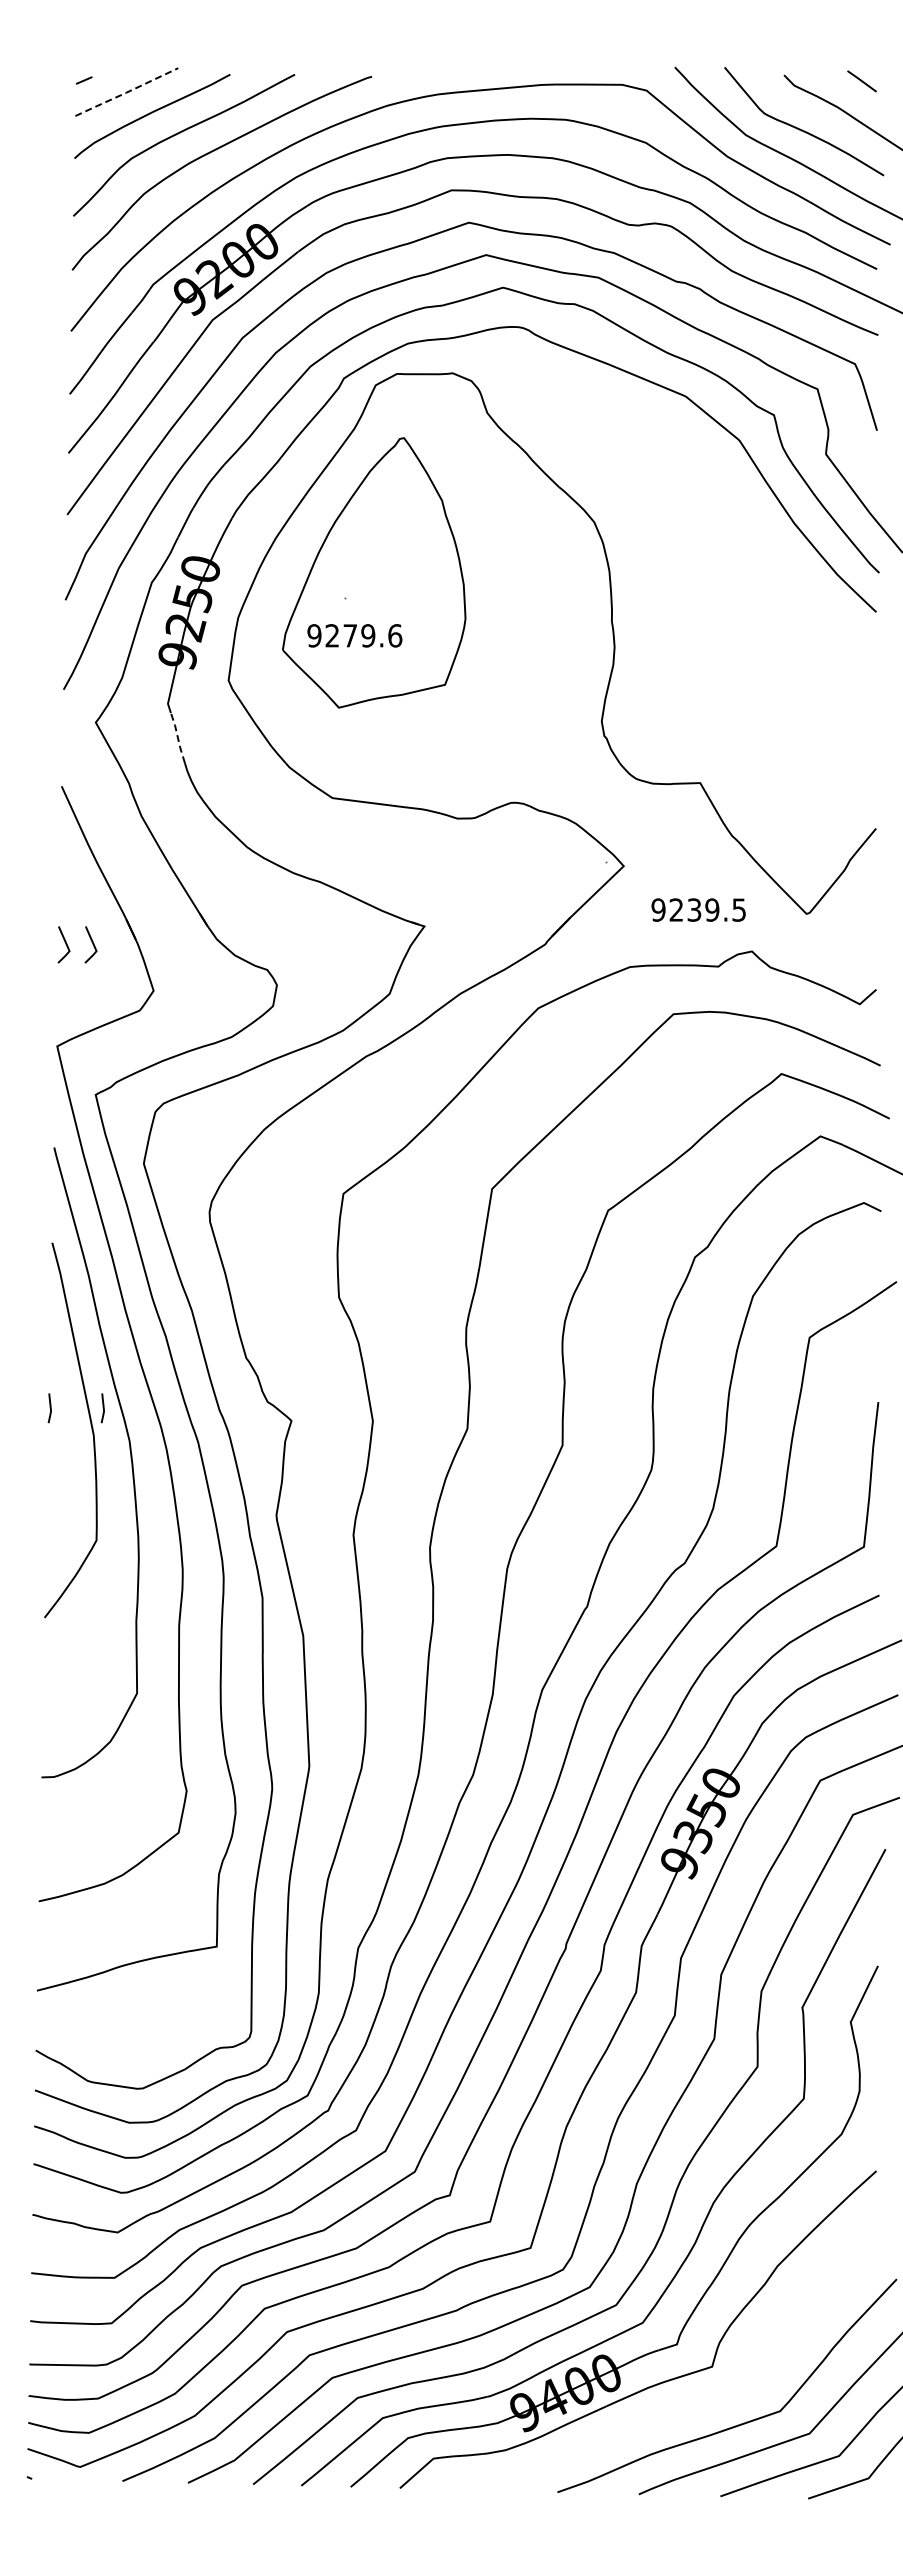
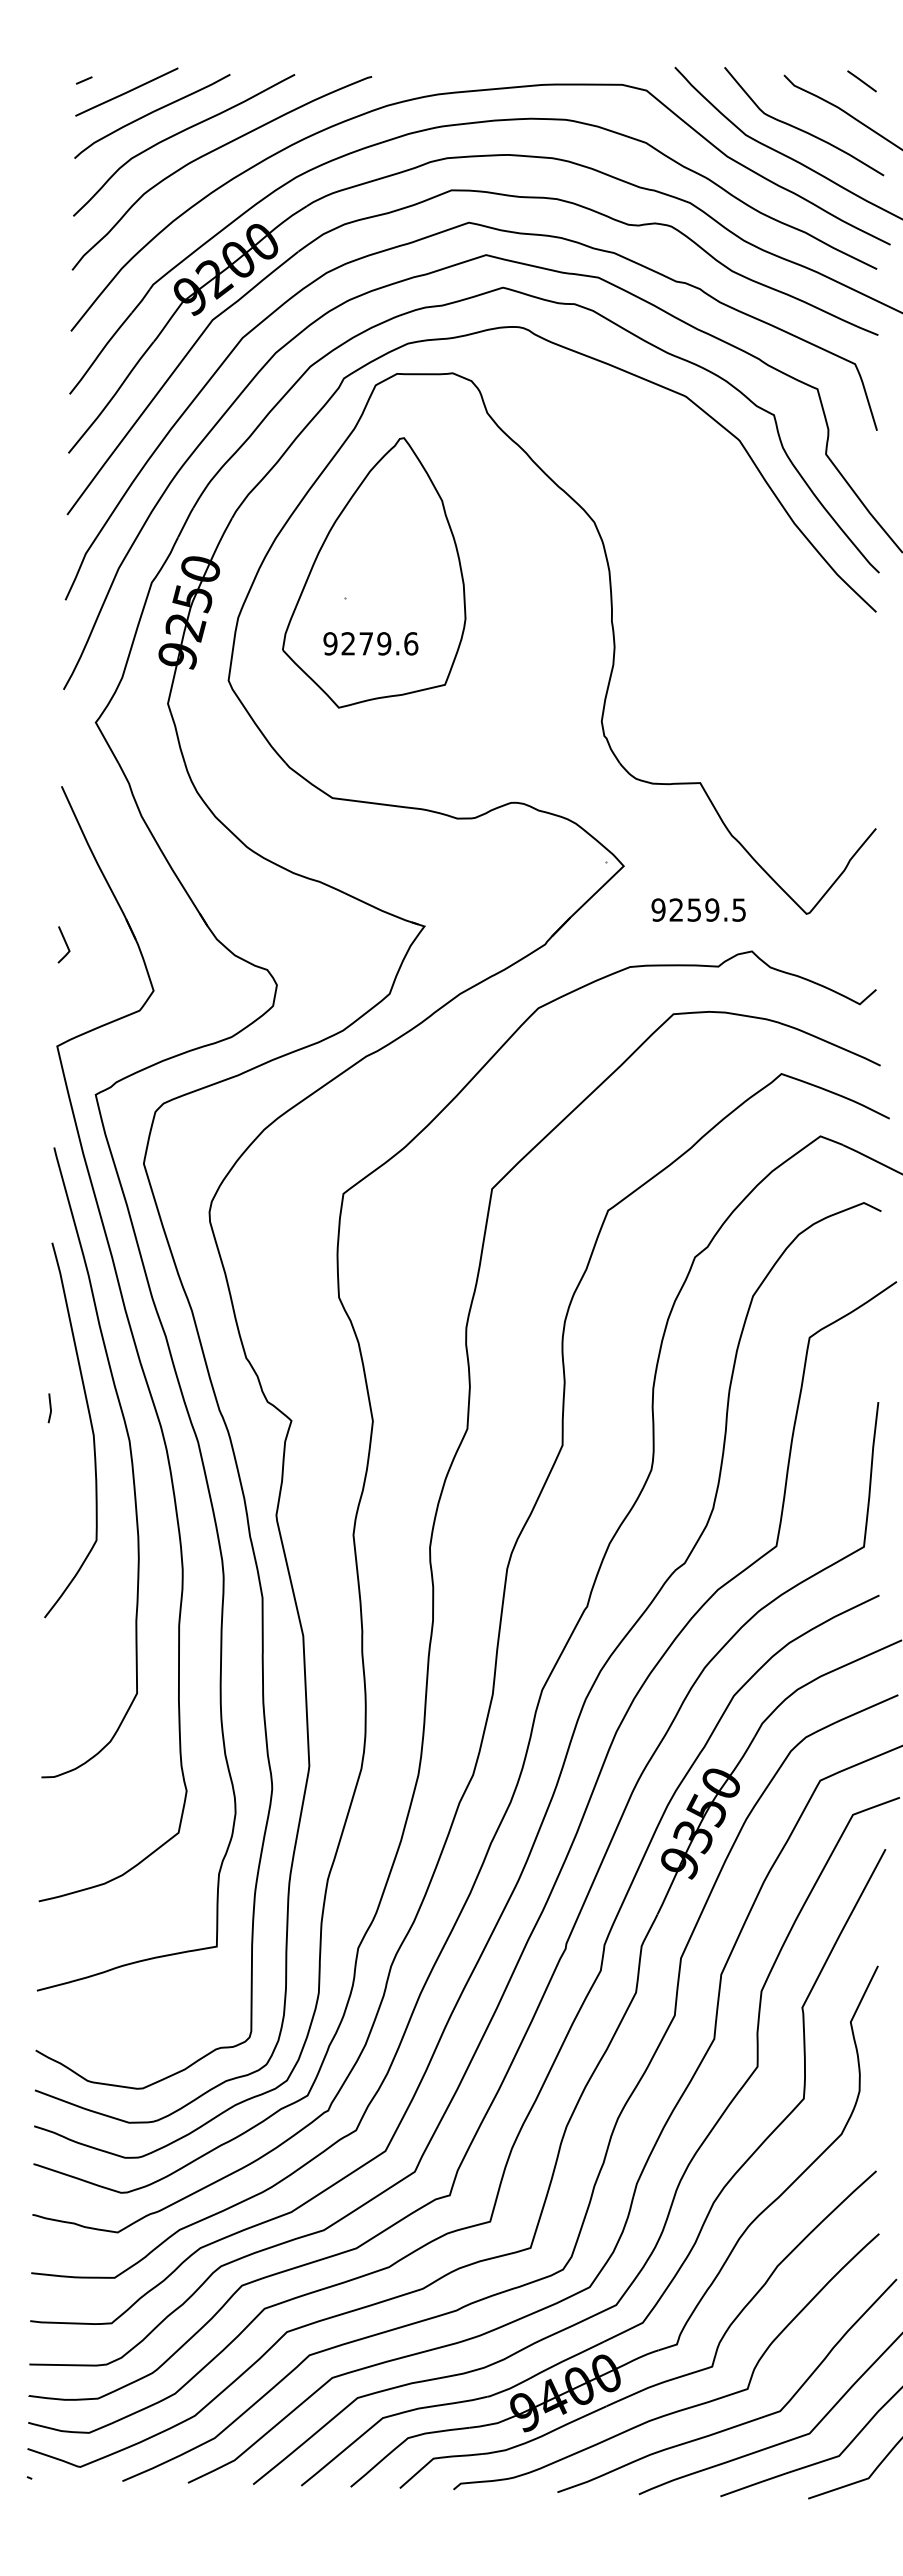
line at (126, 92): dashed -> solid
text at (354, 635) position: (354, 635) -> (370, 643)
line at (177, 737): dashed -> solid
text at (694, 909): 9239.5 -> 9259.5
line at (92, 944): present -> none
curve at (102, 1408): present -> none
curve at (683, 2408): none -> present
